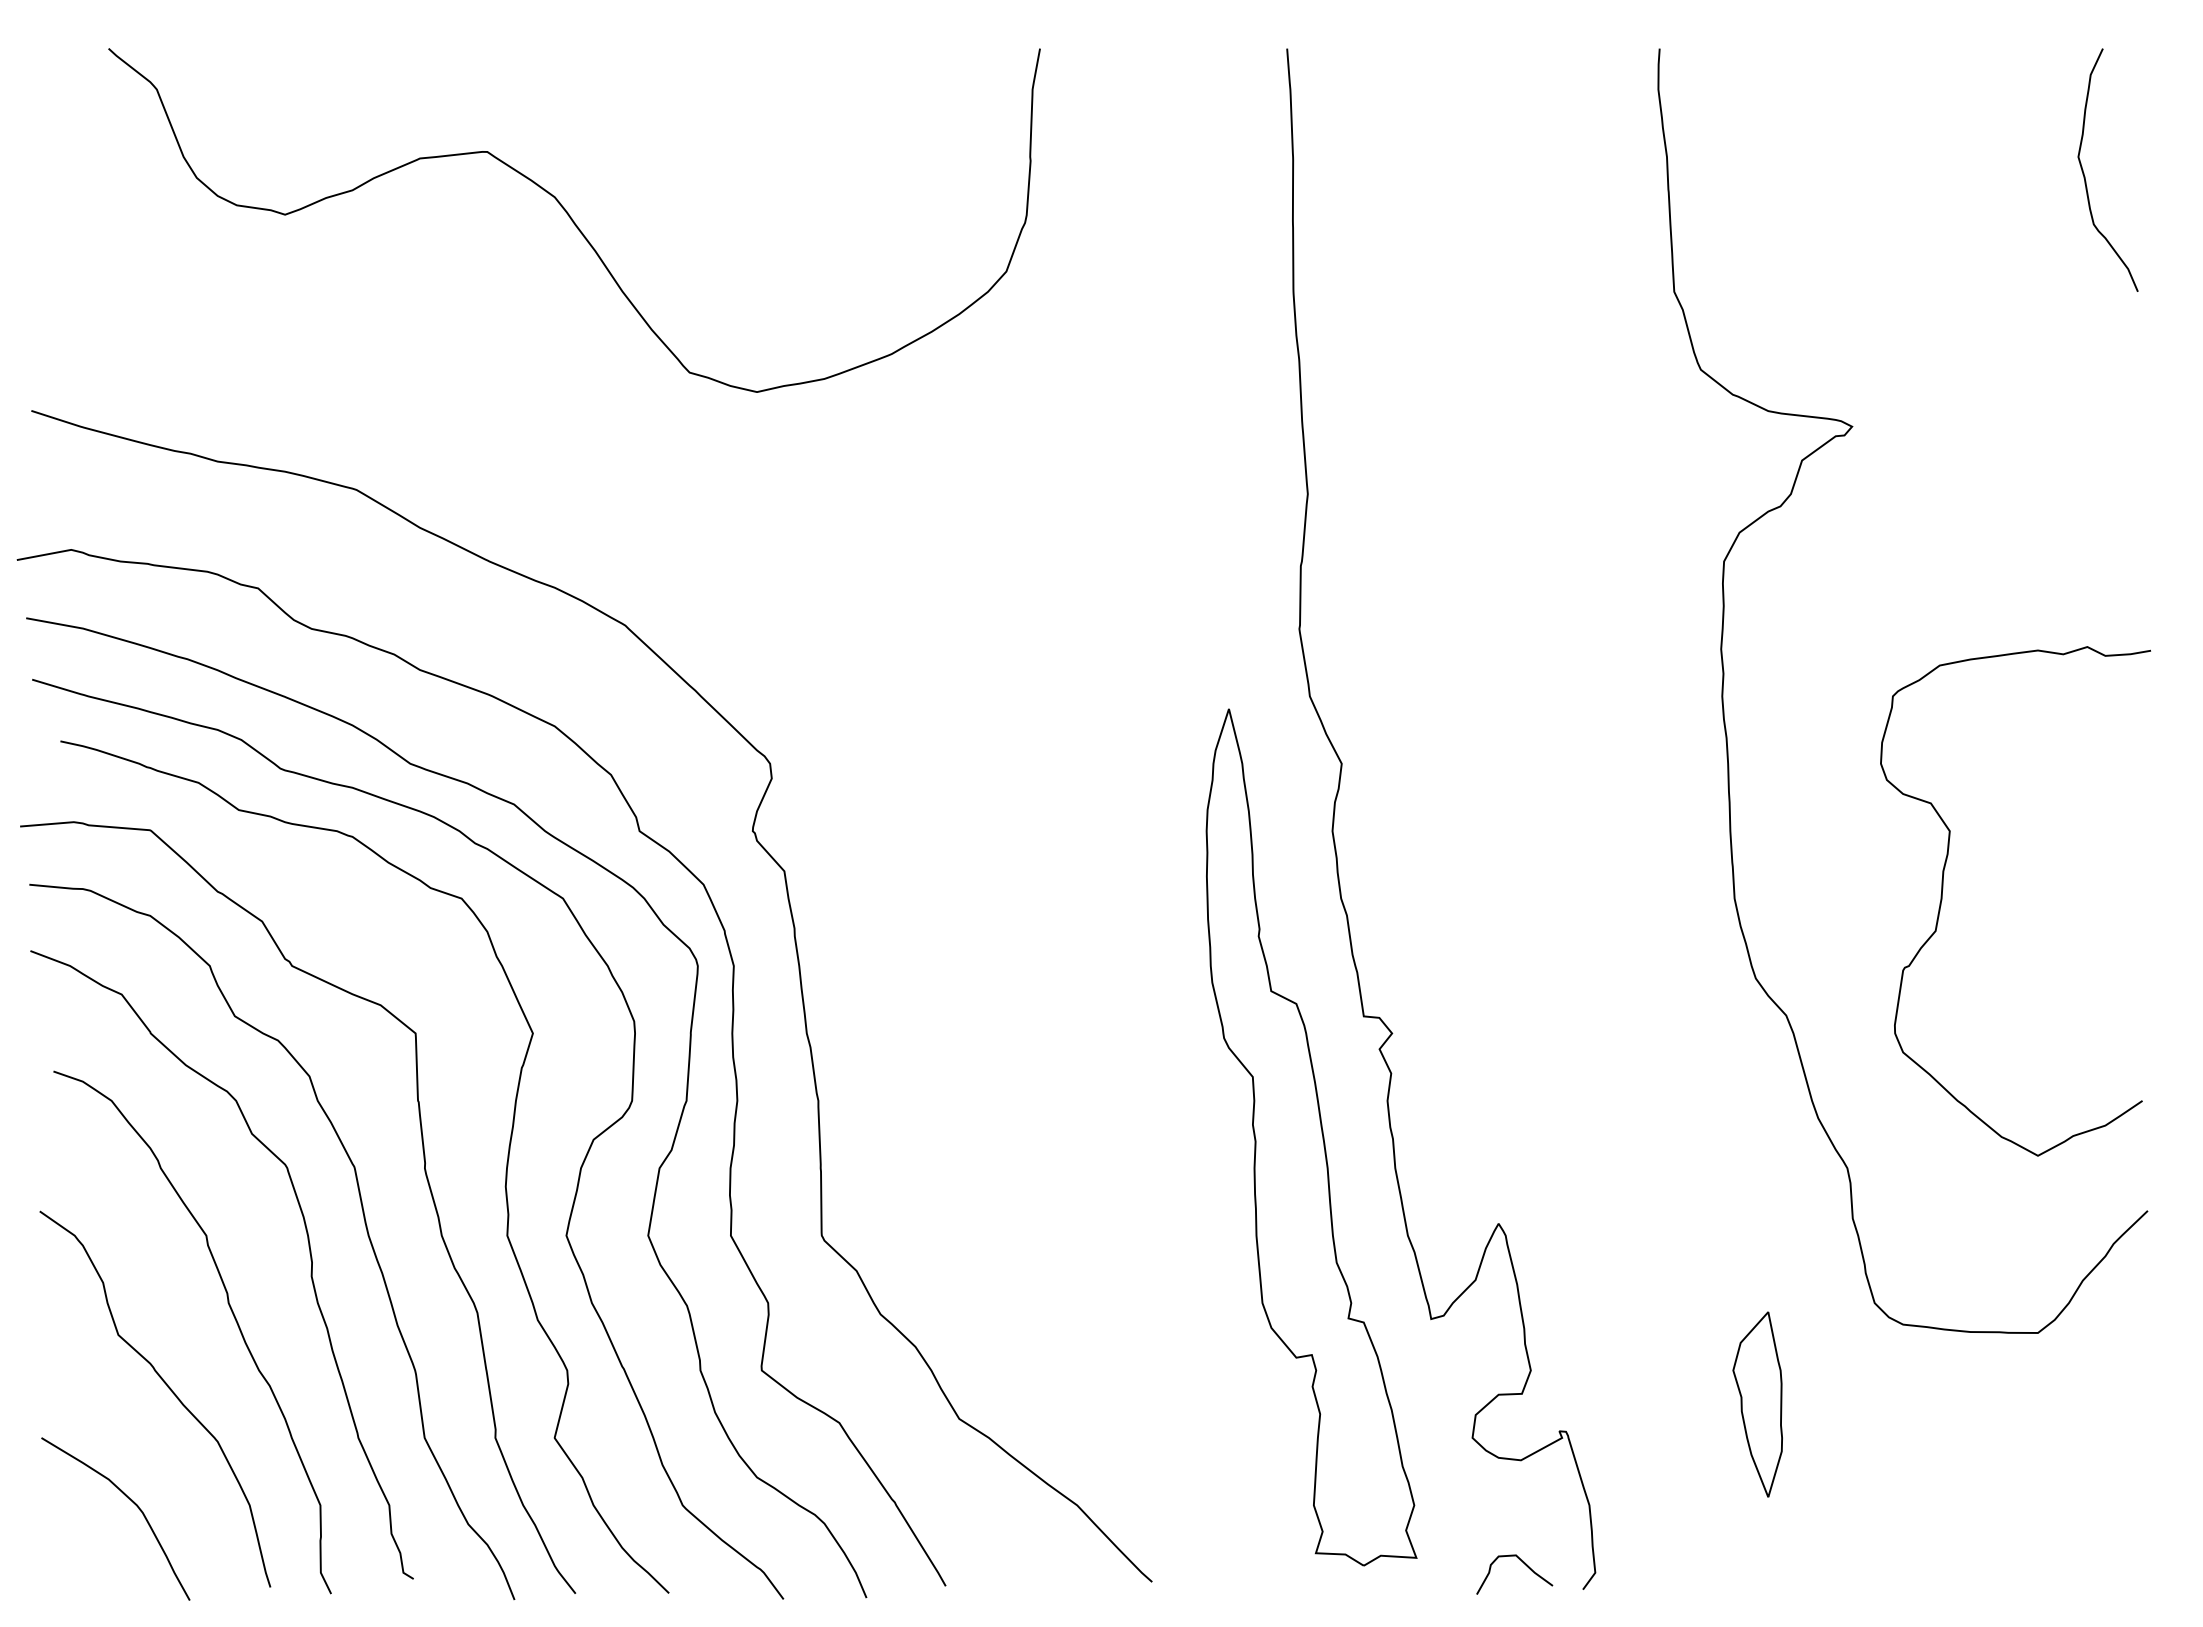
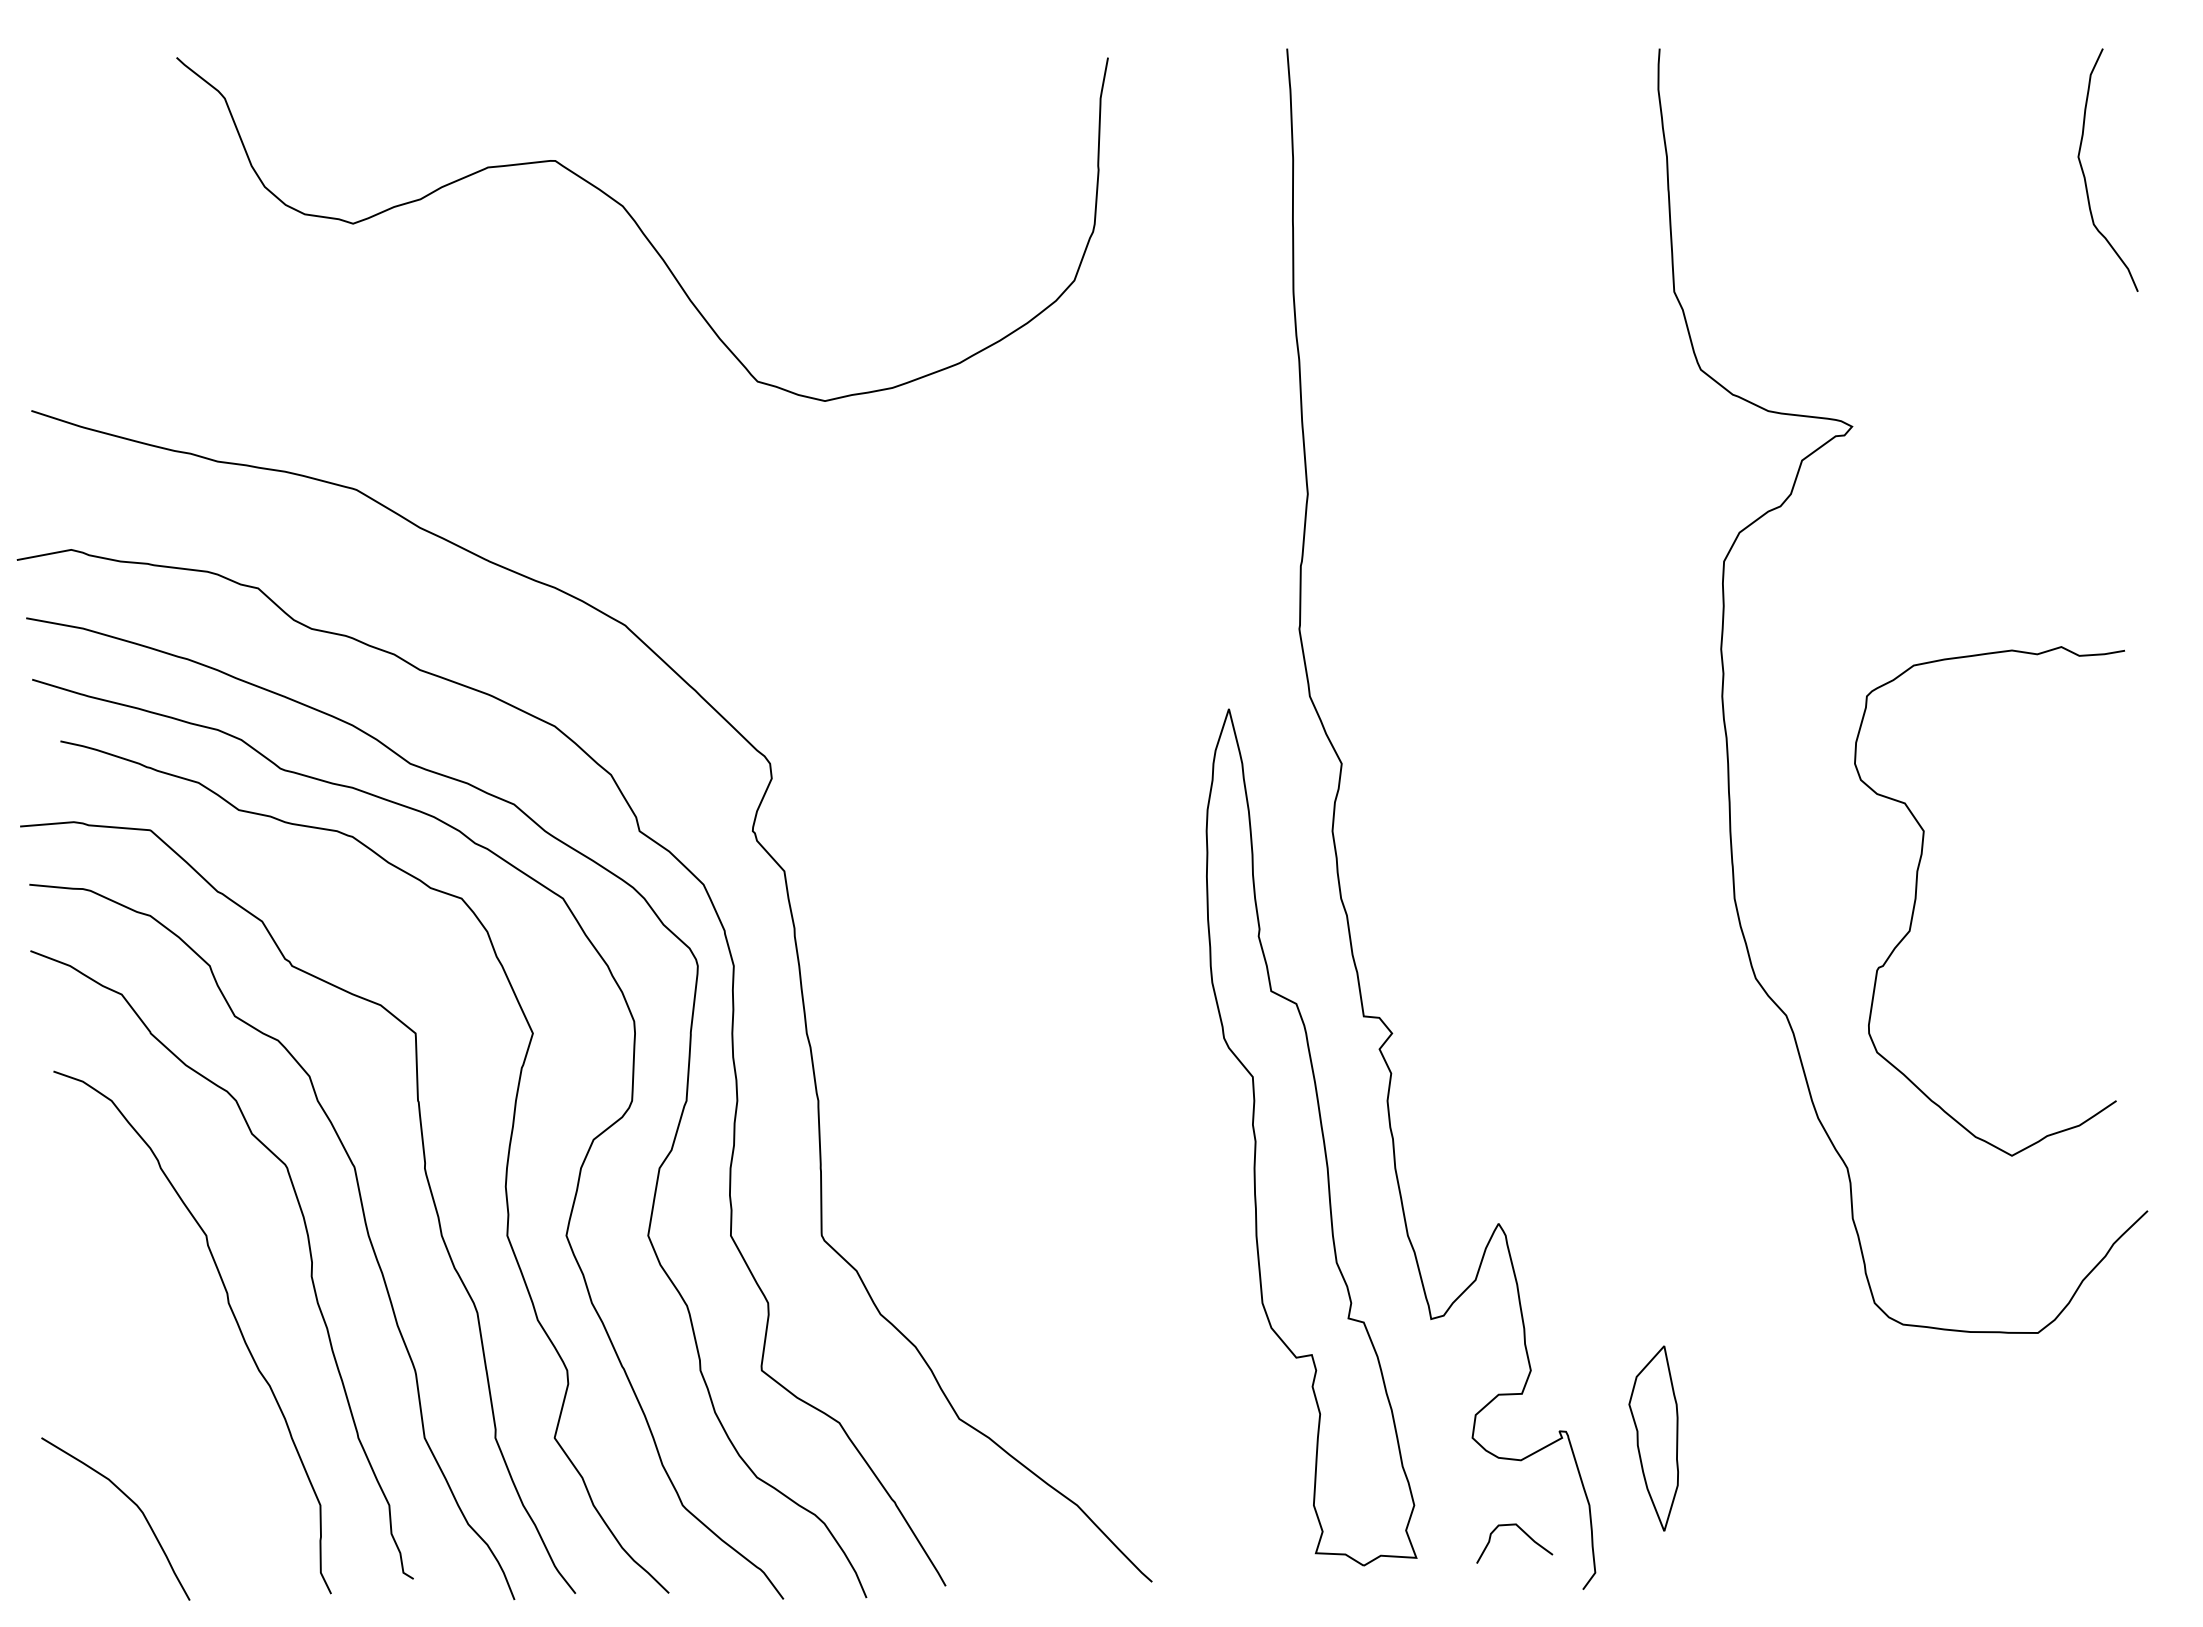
curve at (573, 220) position: (573, 220) -> (641, 229)
curve at (1943, 889) position: (1943, 889) -> (1917, 889)
curve at (167, 1387): present -> none
part at (1757, 1404) position: (1757, 1404) -> (1653, 1438)
curve at (1524, 1564) position: (1524, 1564) -> (1524, 1533)
